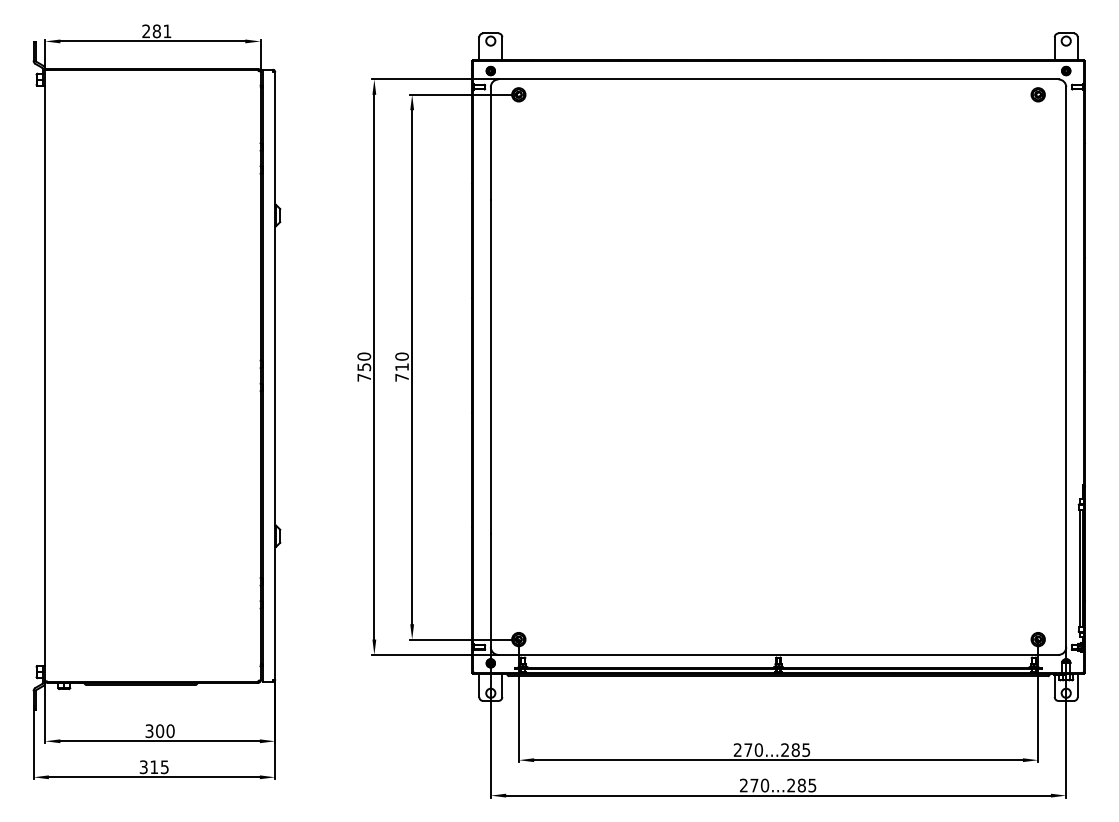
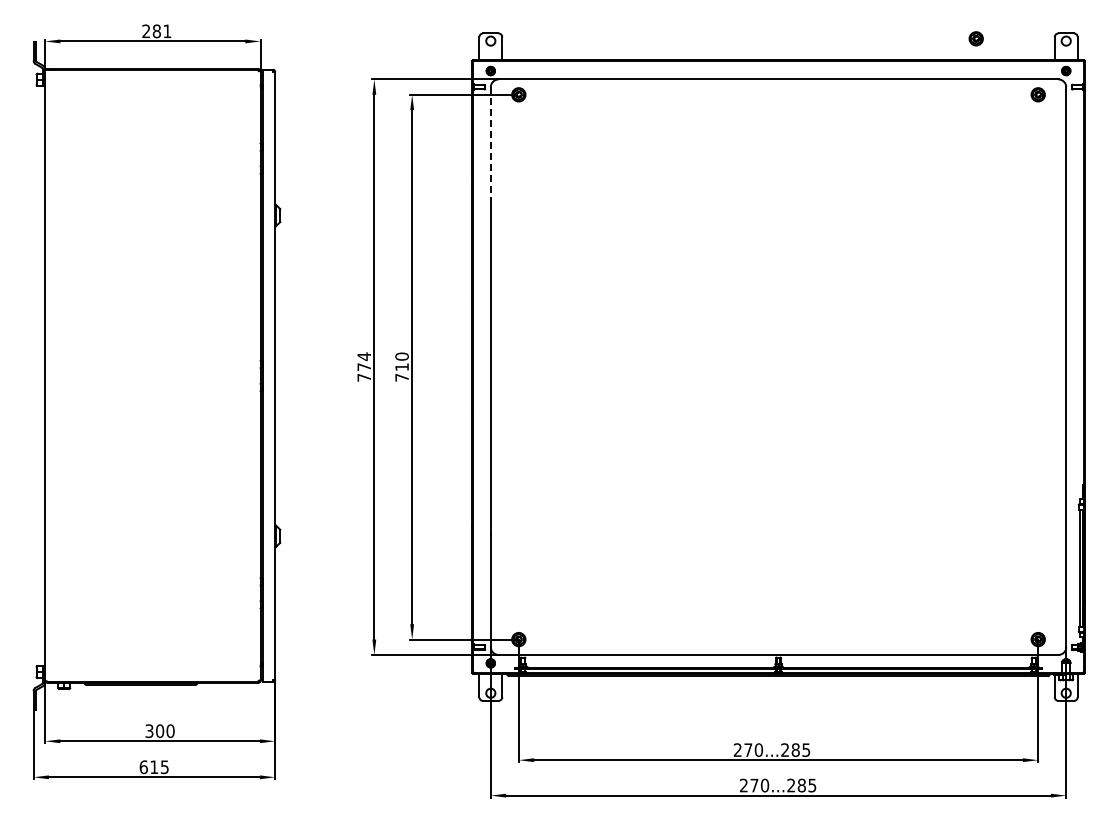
part at (975, 38): none -> present
line at (490, 143): solid -> dashed
text at (364, 361): 750 -> 774
text at (143, 767): 315 -> 615
